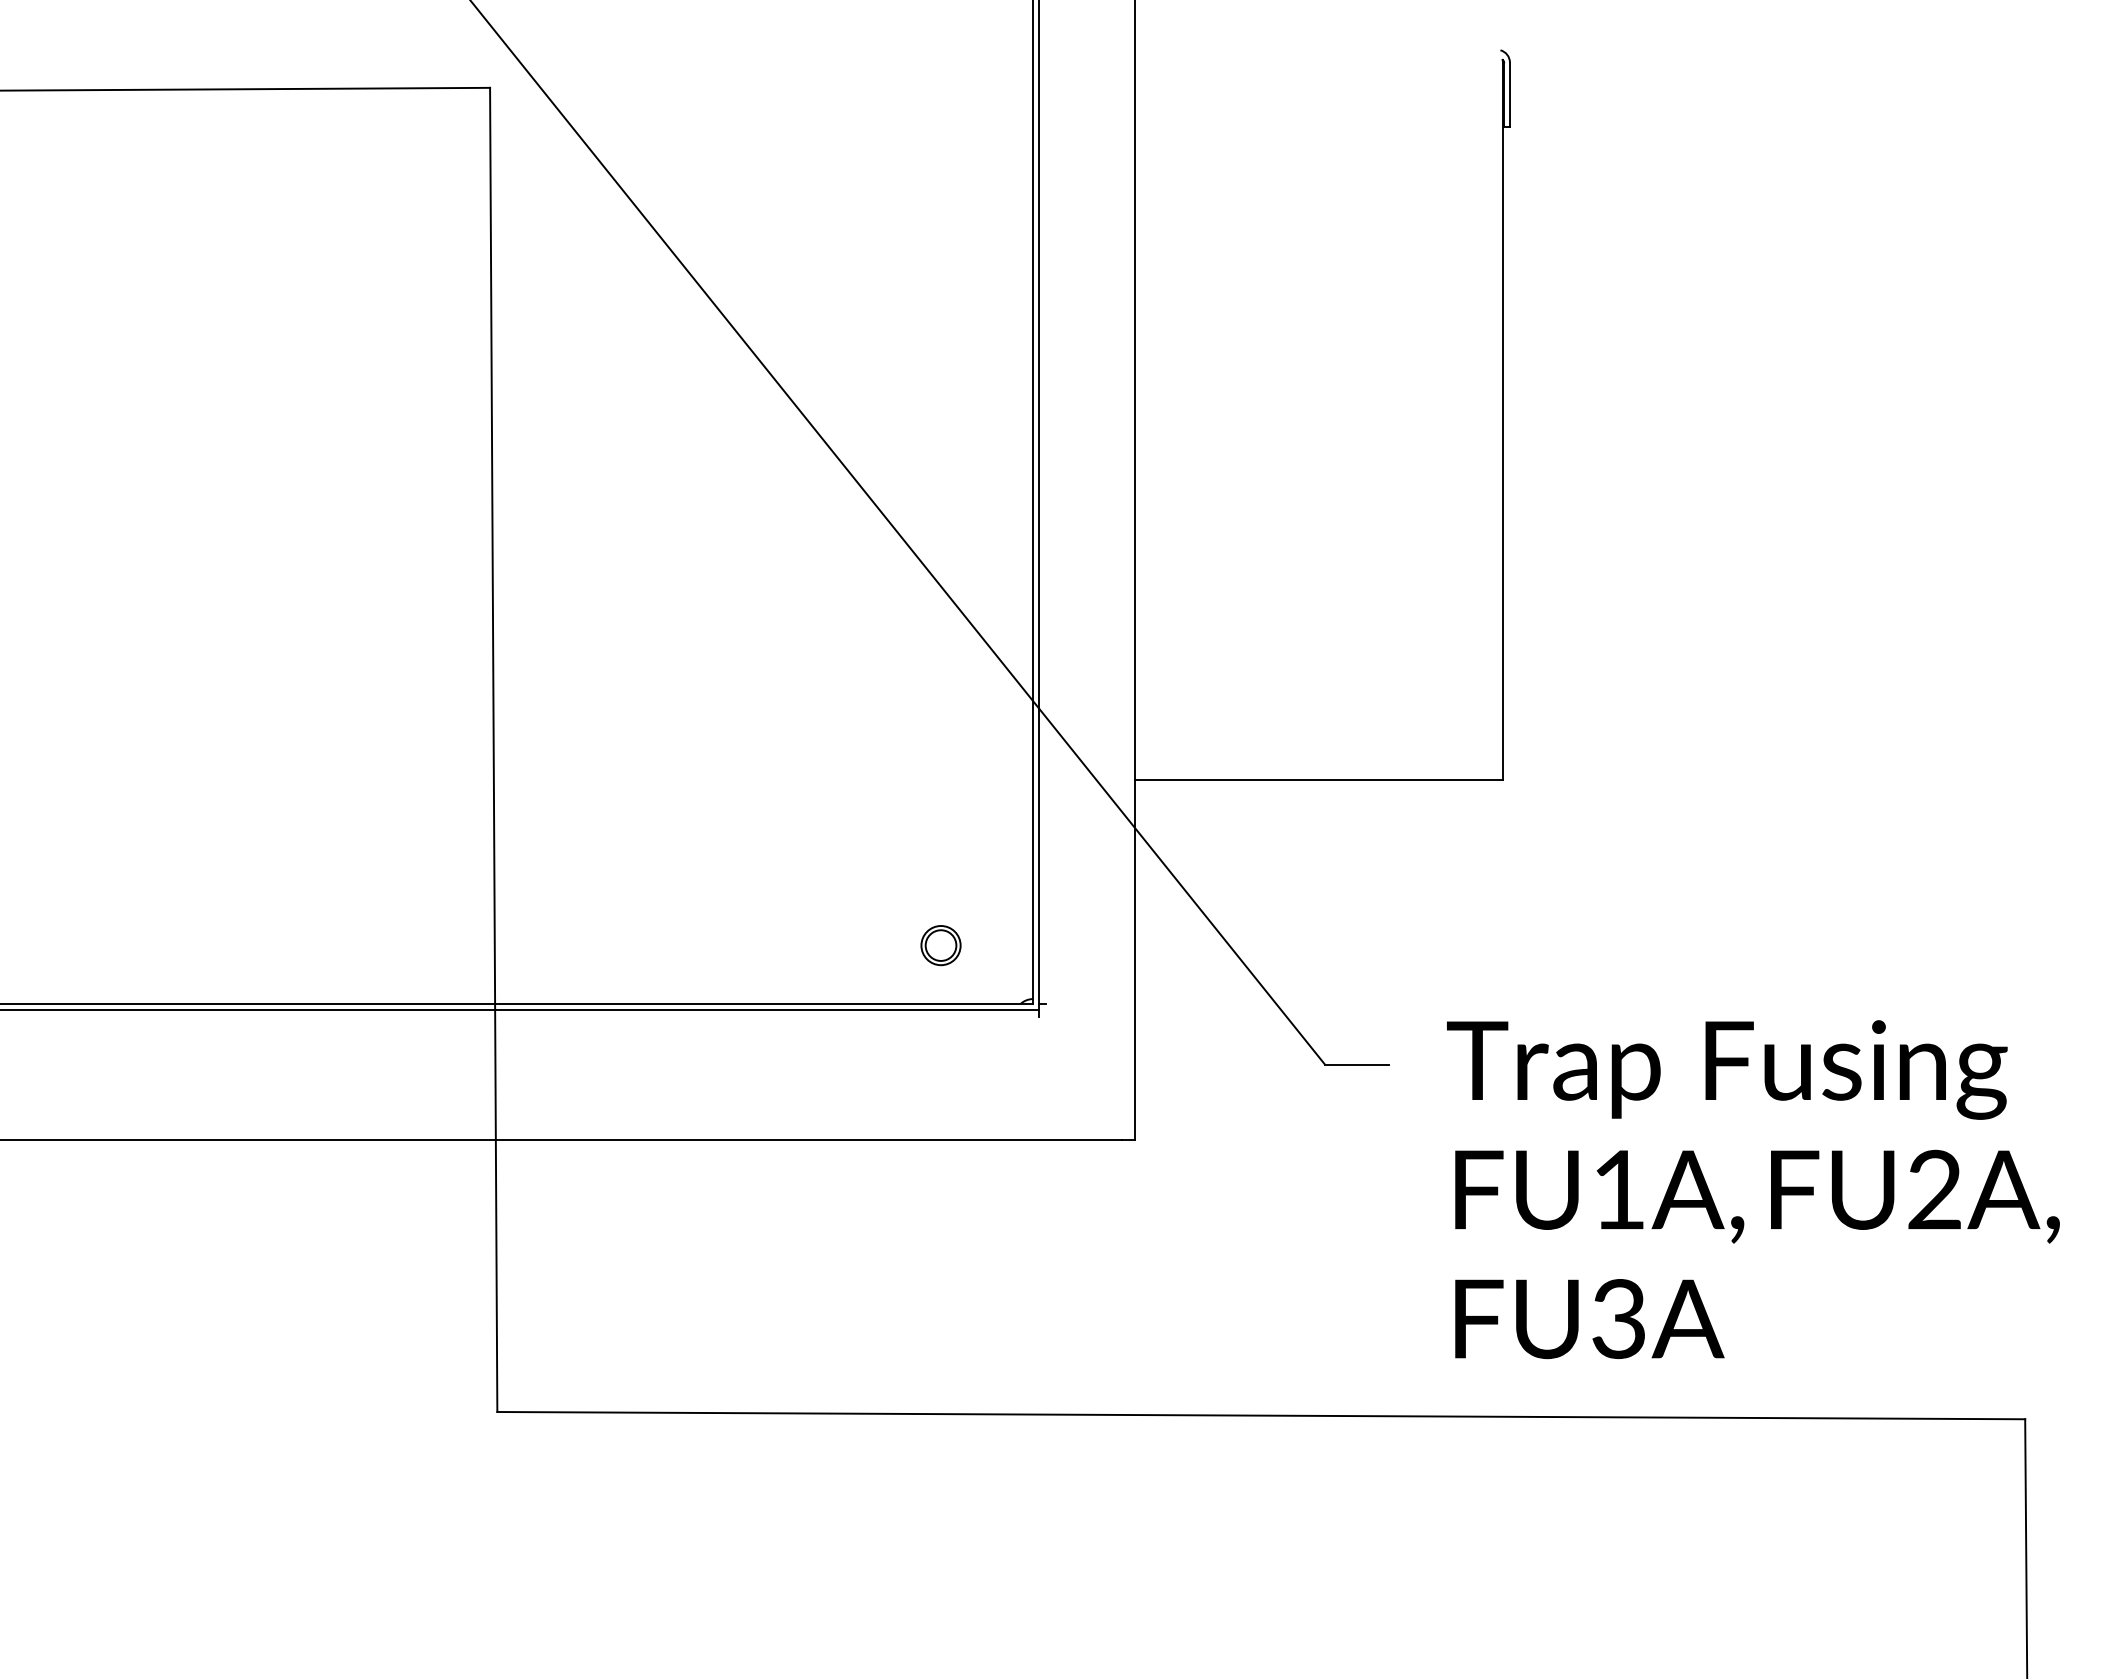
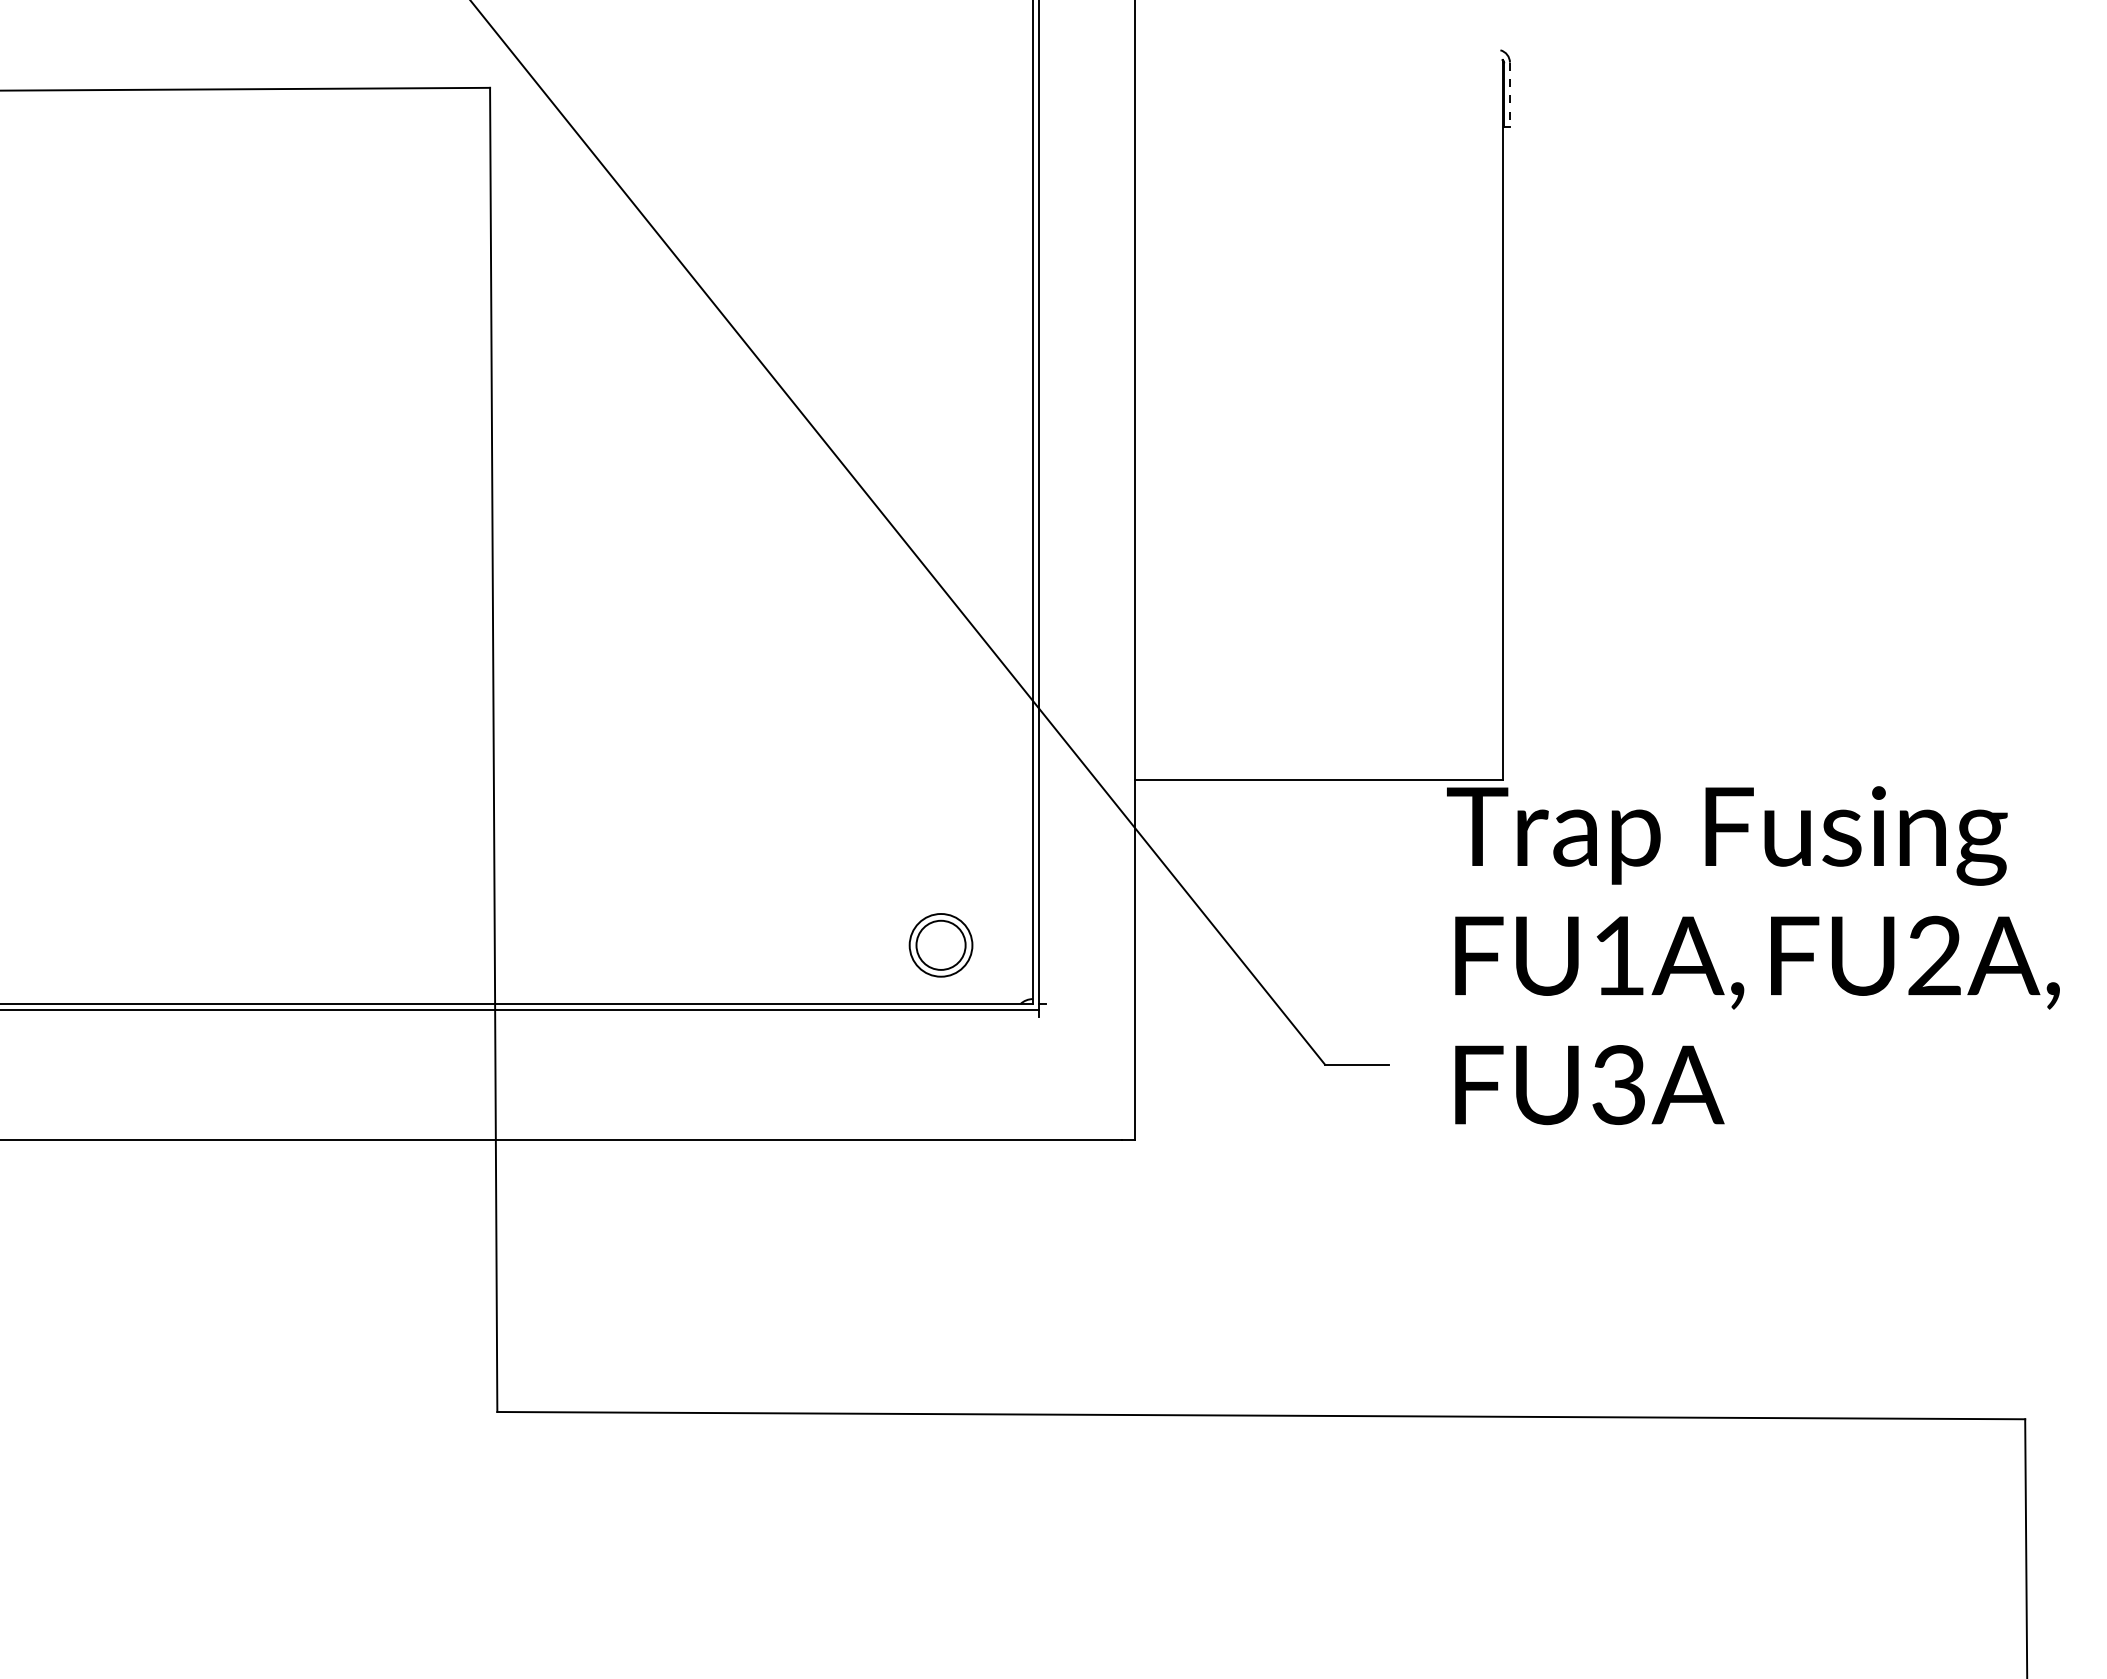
line at (1509, 95): solid -> dashed
part at (940, 945) size: 42x42 px -> 66x65 px
text at (1753, 1189) position: (1753, 1189) -> (1753, 955)
